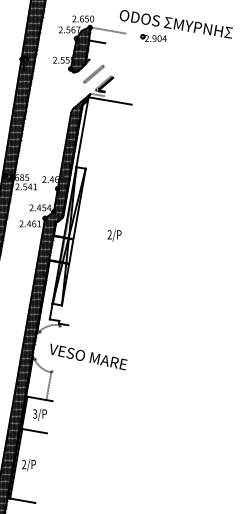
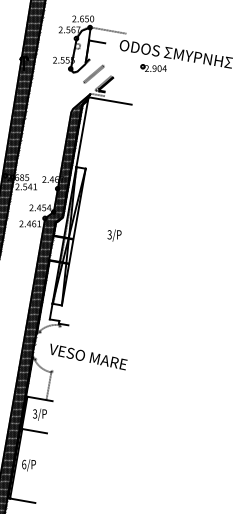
part at (175, 25) position: (175, 25) -> (175, 55)
hatch at (80, 49): present -> none
text at (109, 235): 2/P -> 3/P
text at (24, 464): 2/P -> 6/P
